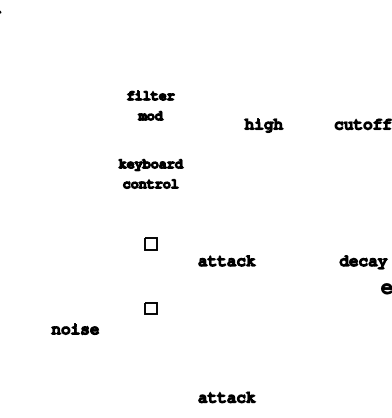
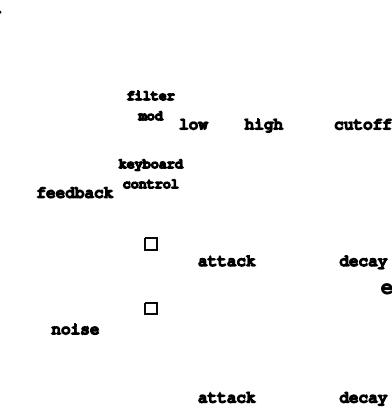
part at (193, 124): none -> present
part at (74, 192): none -> present
part at (363, 398): none -> present
